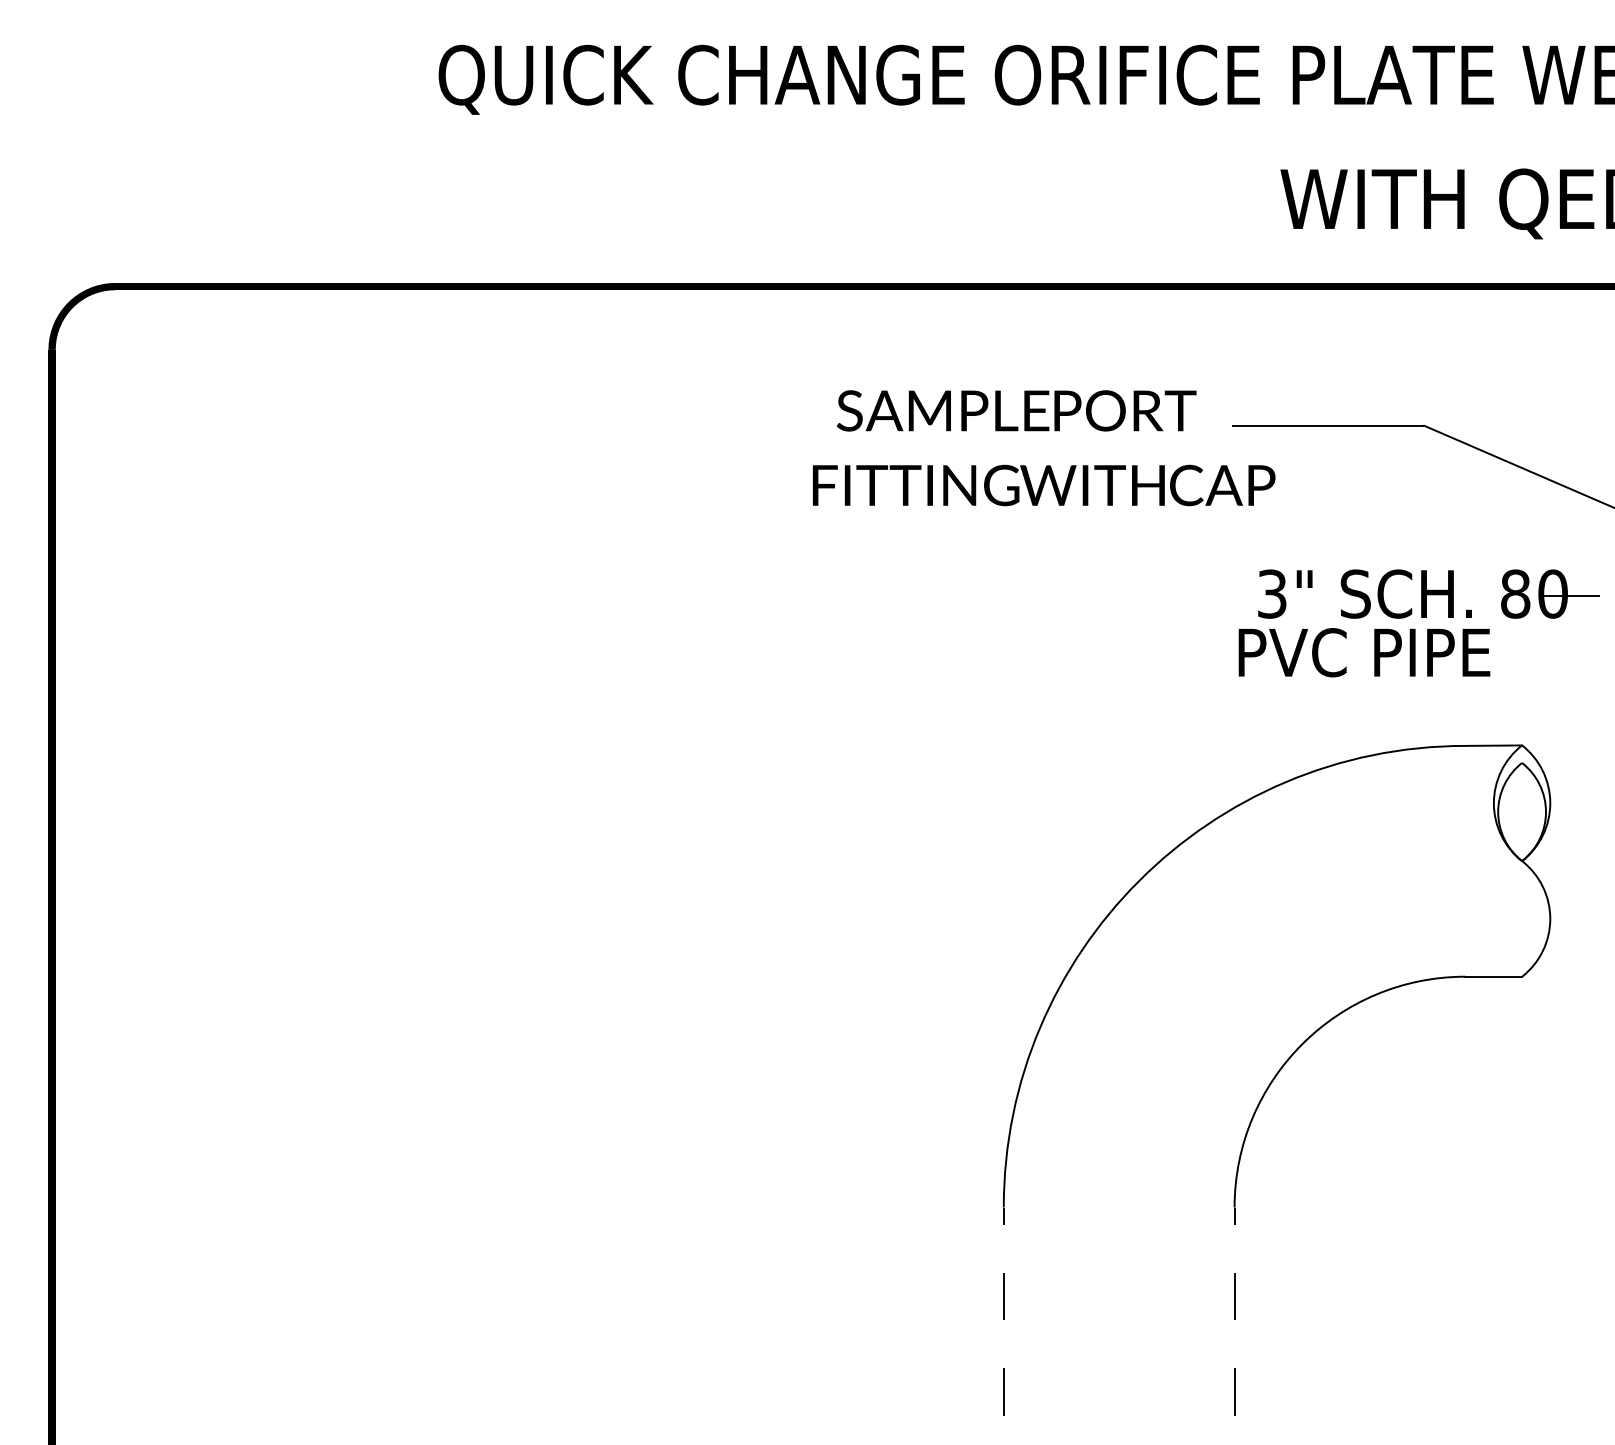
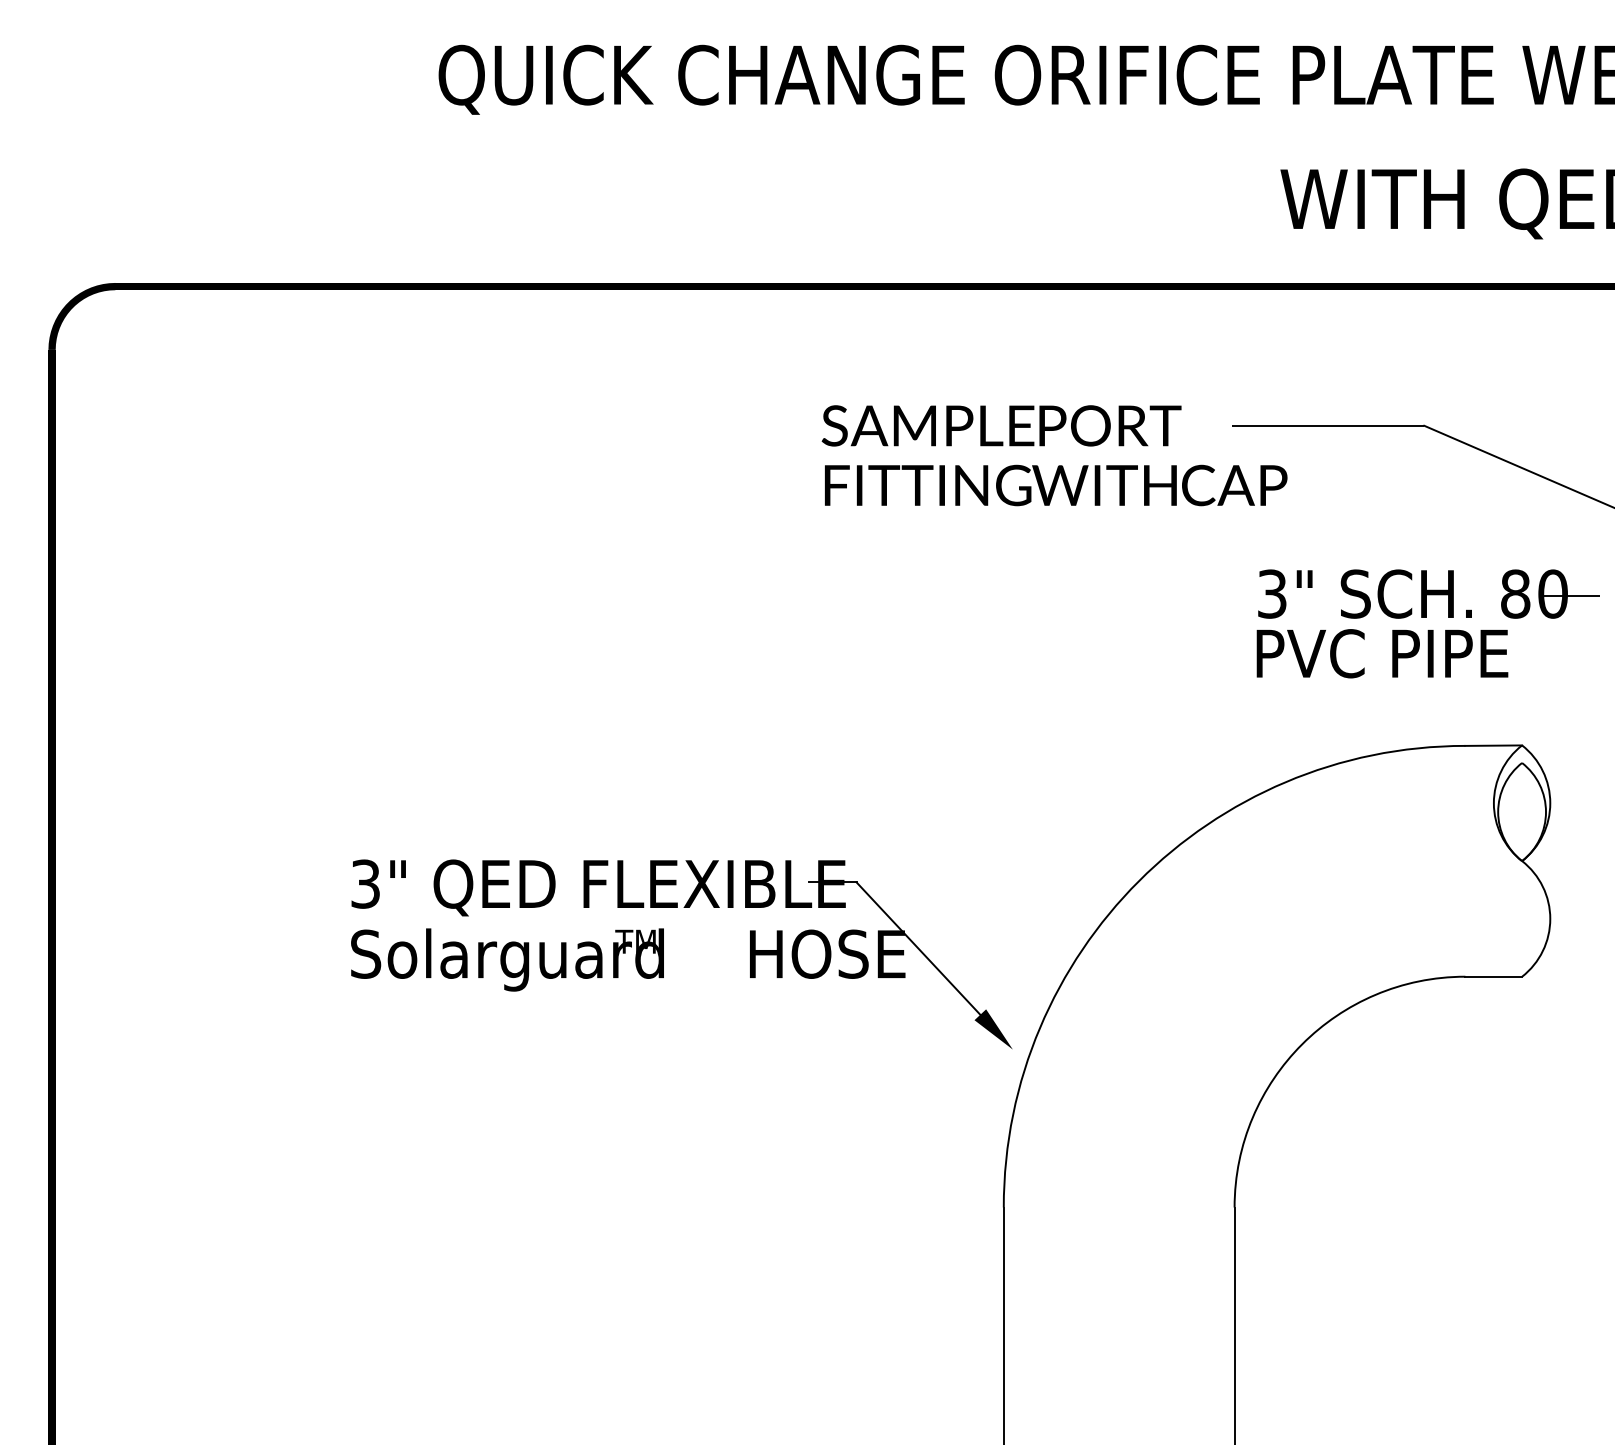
text at (1016, 410) position: (1016, 410) -> (1001, 425)
text at (1044, 485) position: (1044, 485) -> (1056, 485)
text at (1364, 652) position: (1364, 652) -> (1382, 653)
part at (663, 954): none -> present
line at (1003, 1325): dashed -> solid
line at (1234, 1325): dashed -> solid
